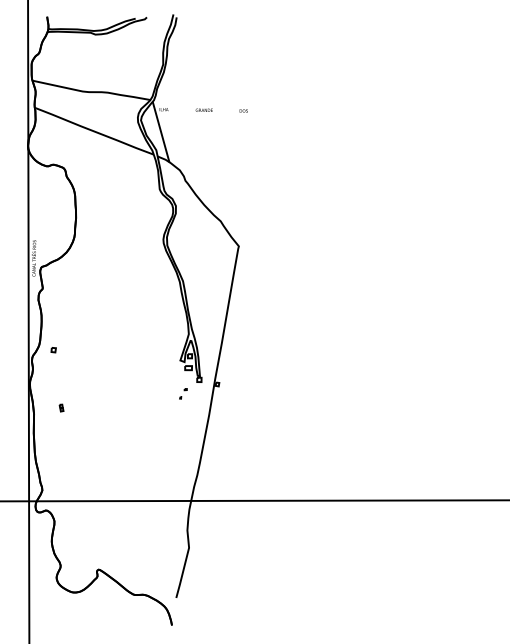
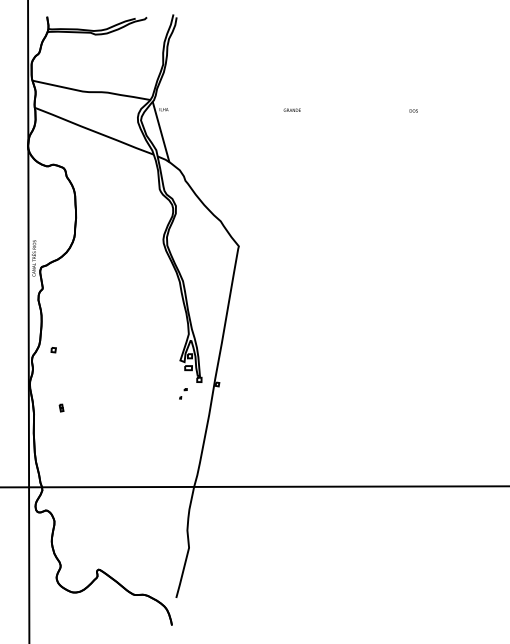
text at (203, 109) position: (203, 109) -> (291, 109)
text at (243, 110) position: (243, 110) -> (413, 110)
line at (254, 500) position: (254, 500) -> (254, 486)
